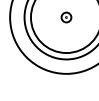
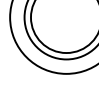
part at (66, 17): present -> none
